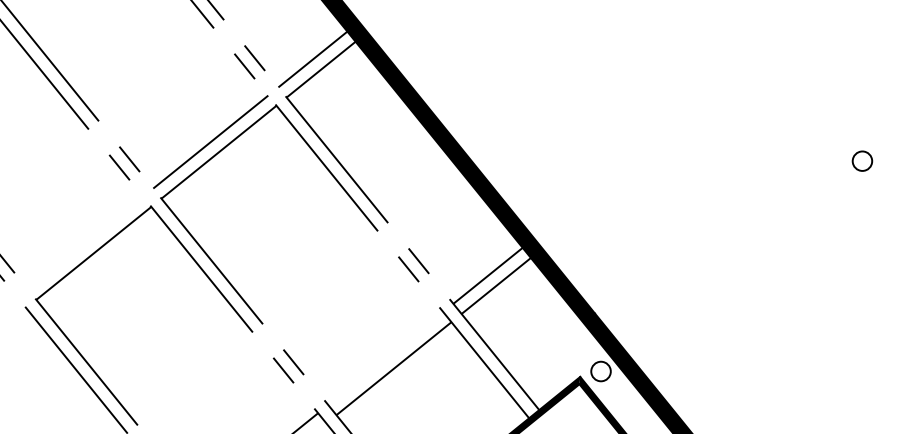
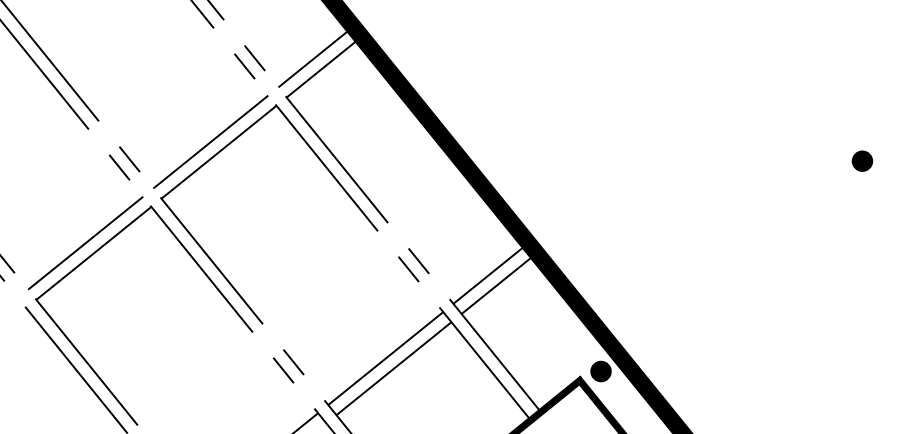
fill at (862, 160): none -> present
line at (85, 242): none -> present
line at (385, 358): none -> present
fill at (600, 371): none -> present
